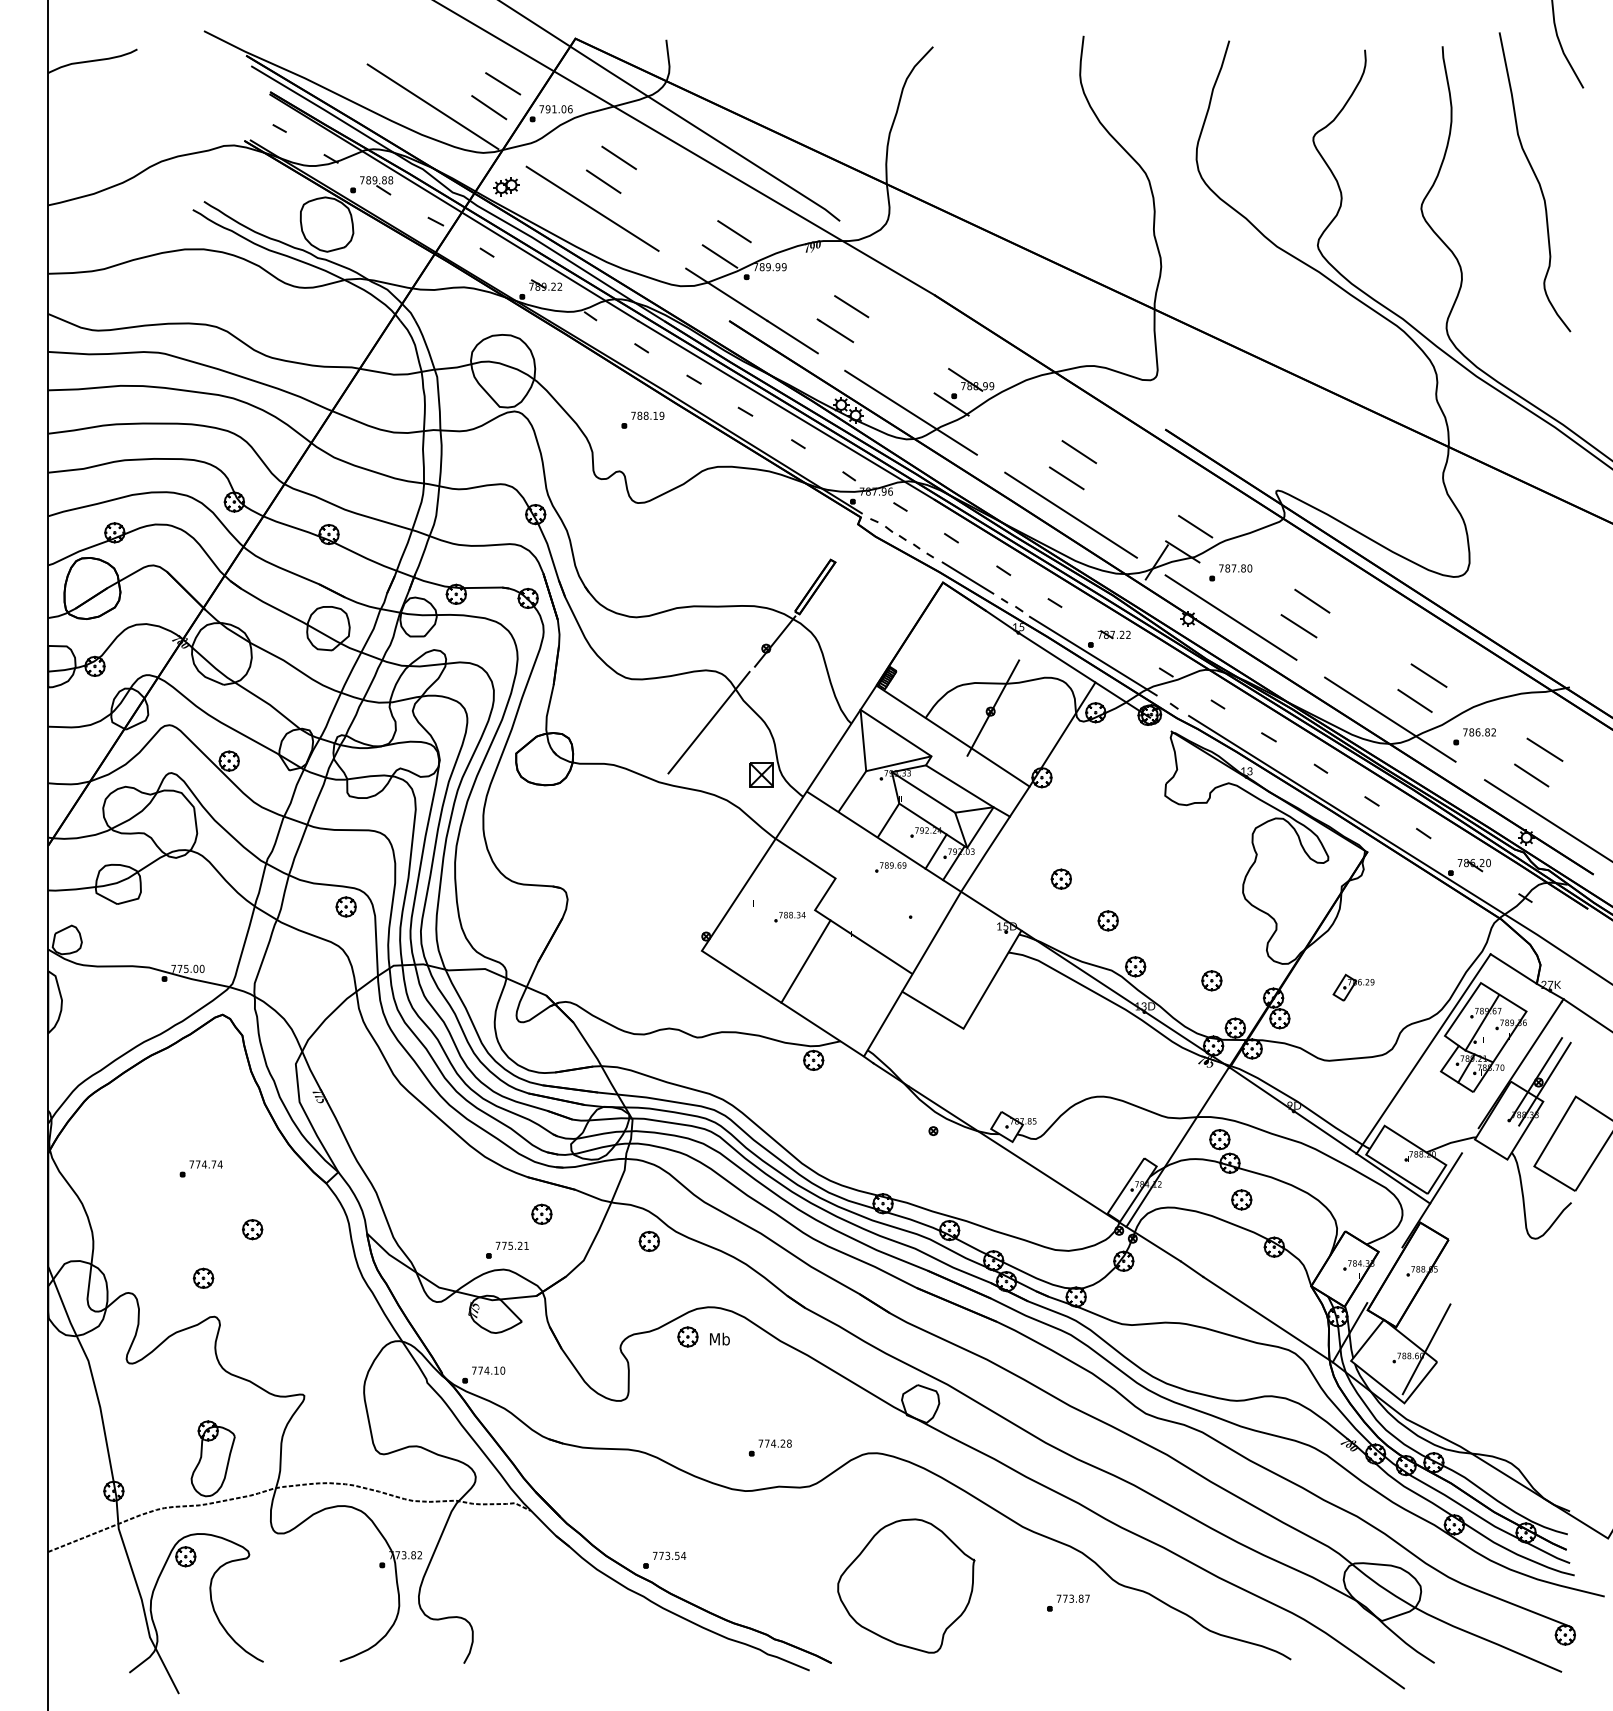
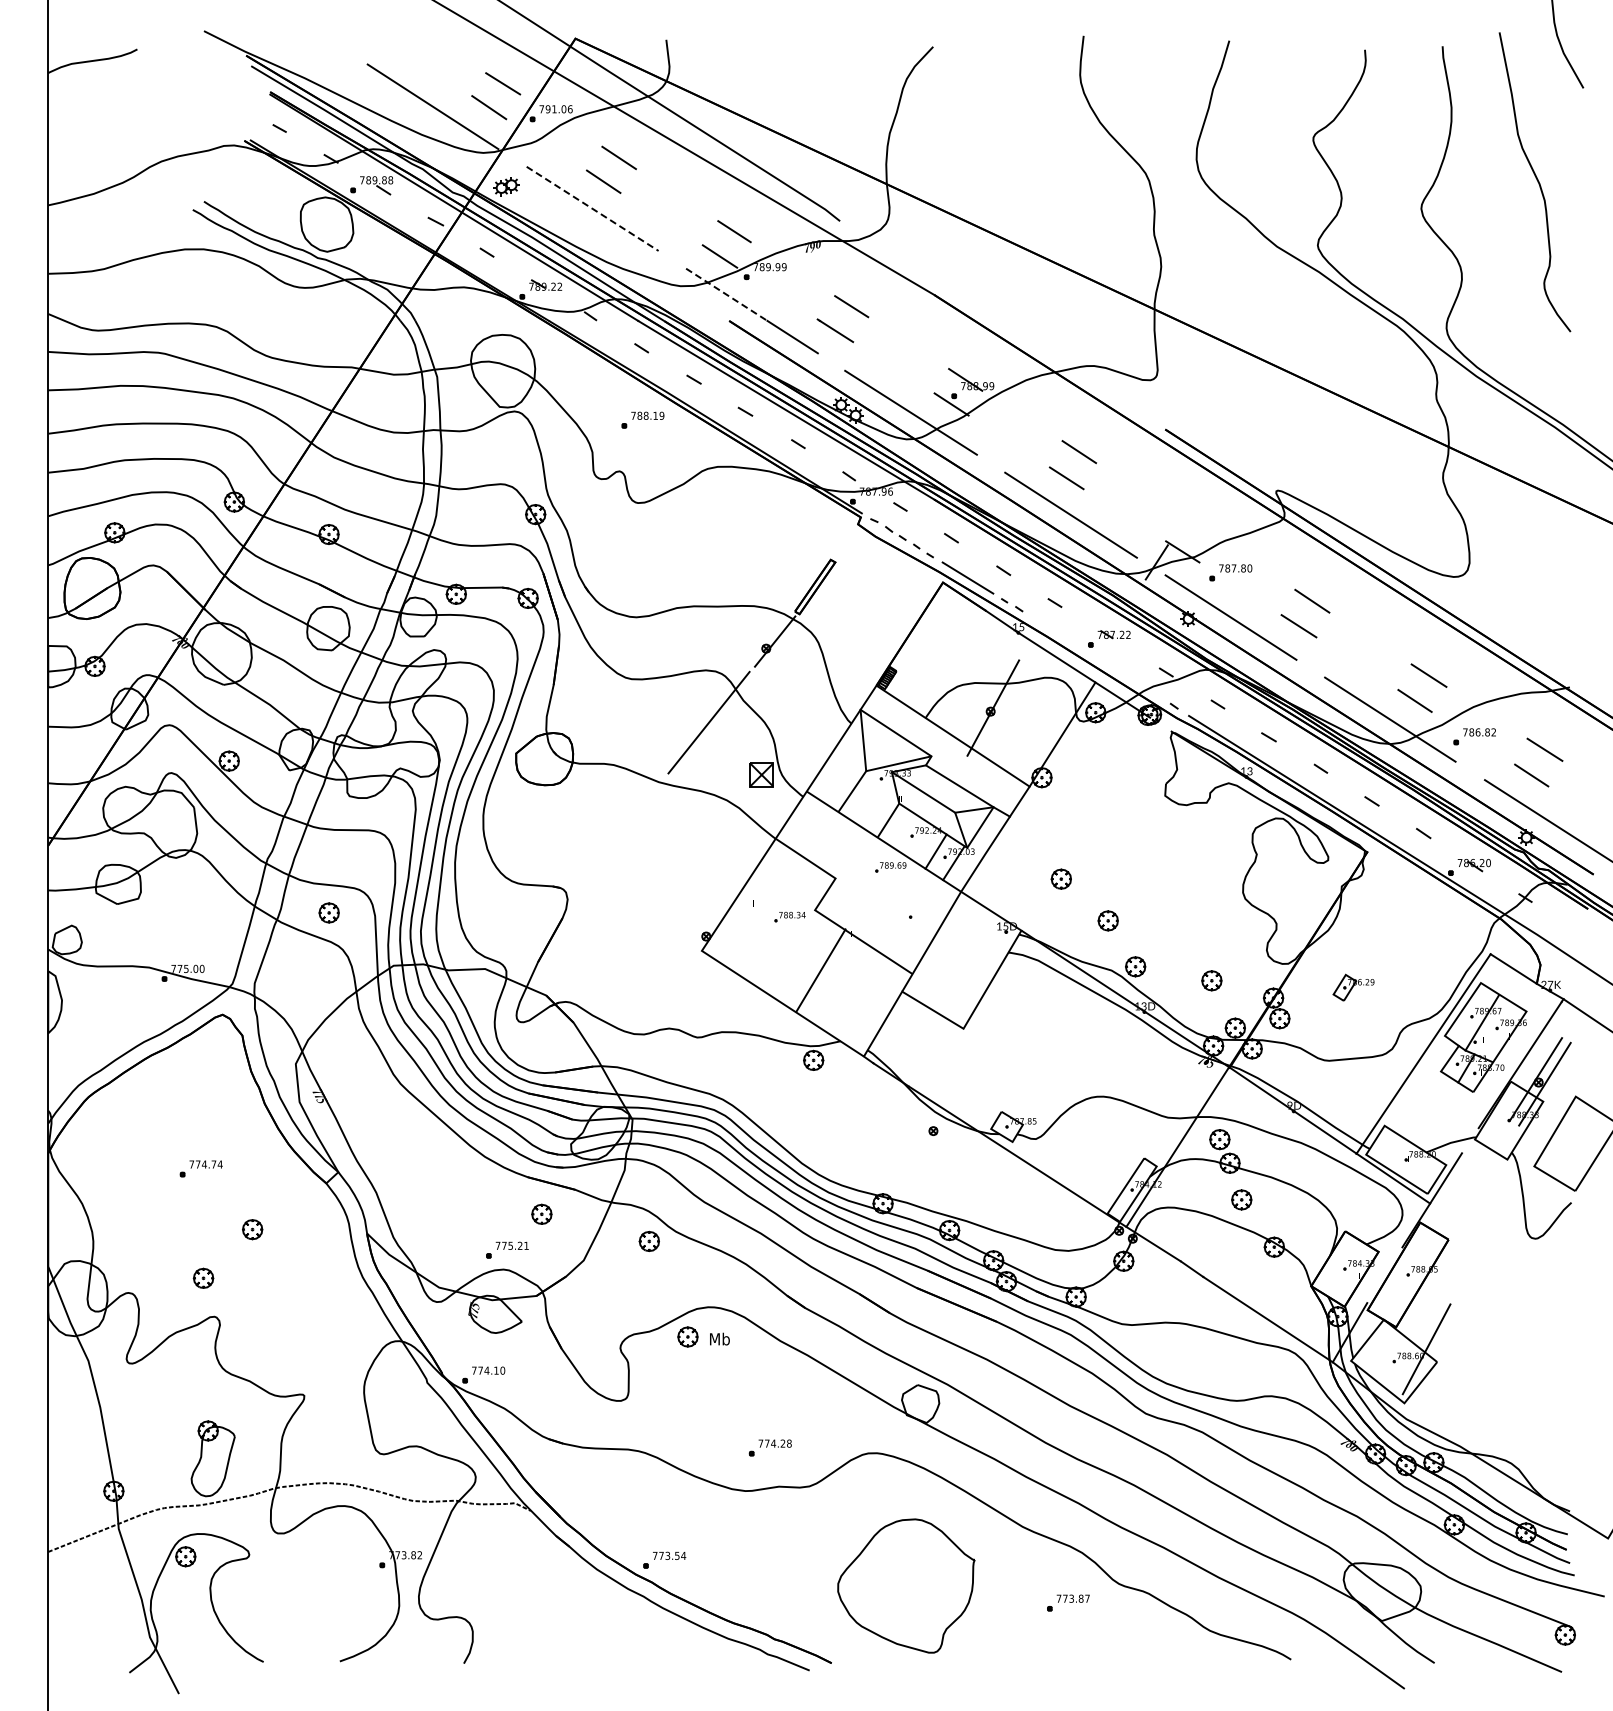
line at (593, 209): solid -> dashed
line at (727, 295): solid -> dashed
line at (1195, 526): present -> none
line at (1092, 655): present -> none
part at (345, 906) position: (345, 906) -> (328, 912)
line at (805, 961) position: (805, 961) -> (820, 970)
